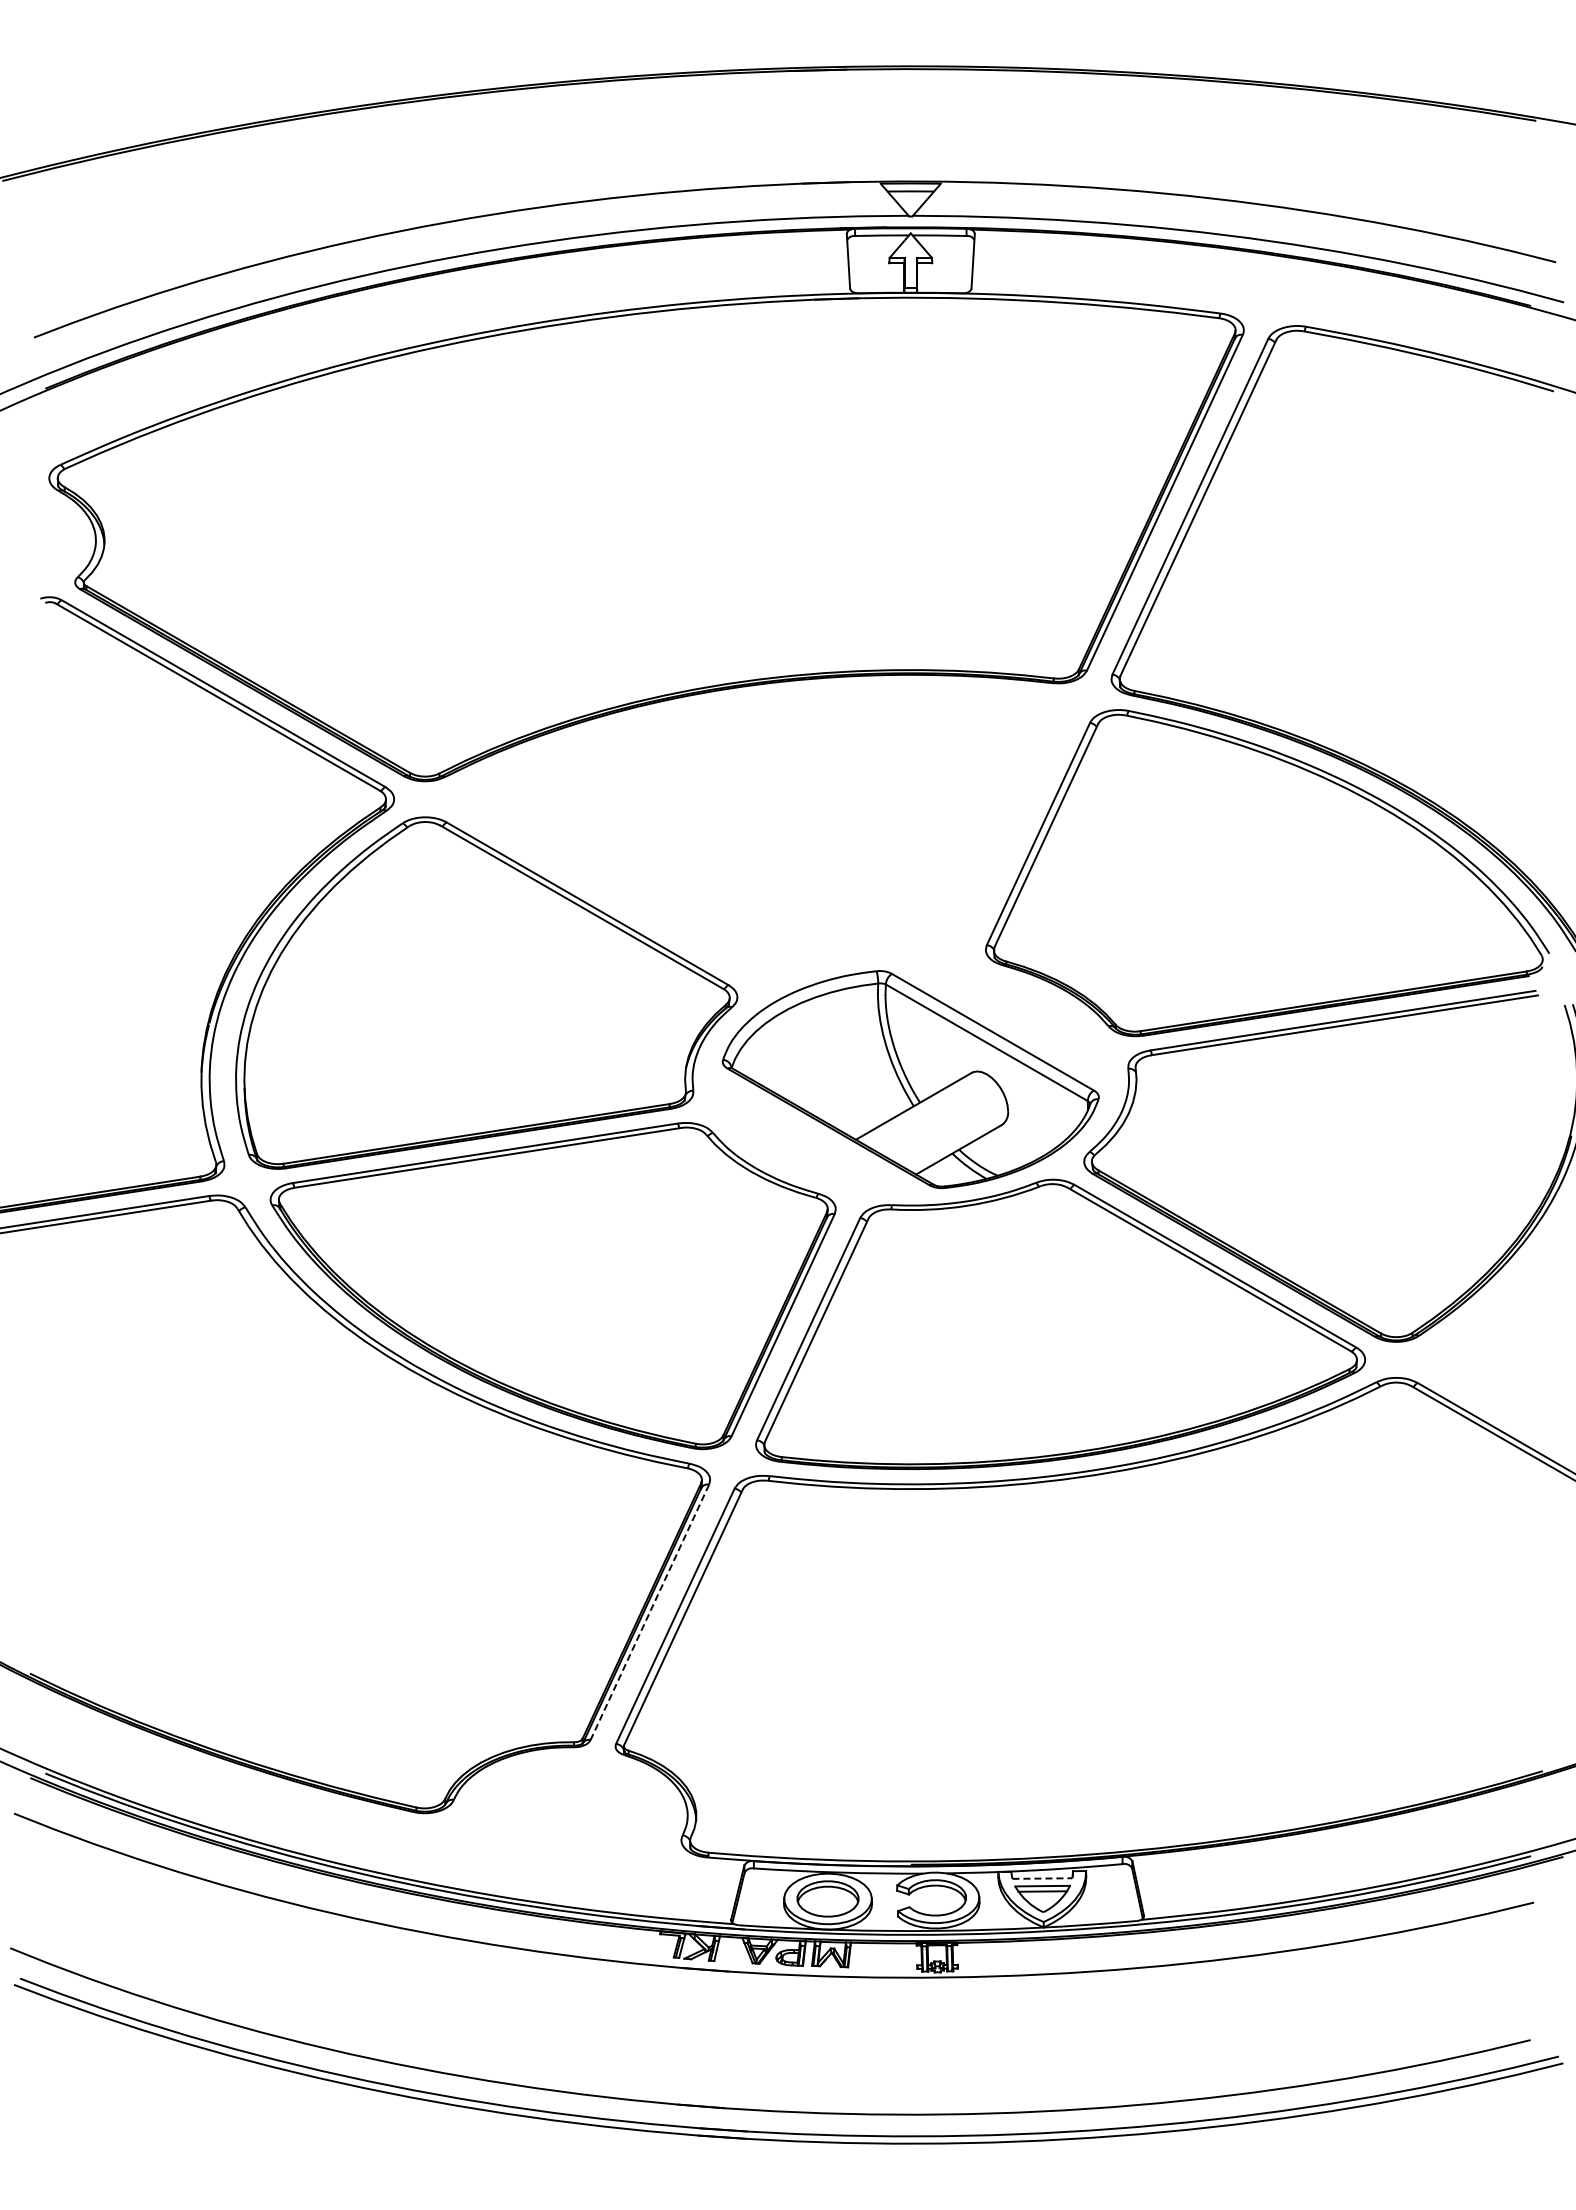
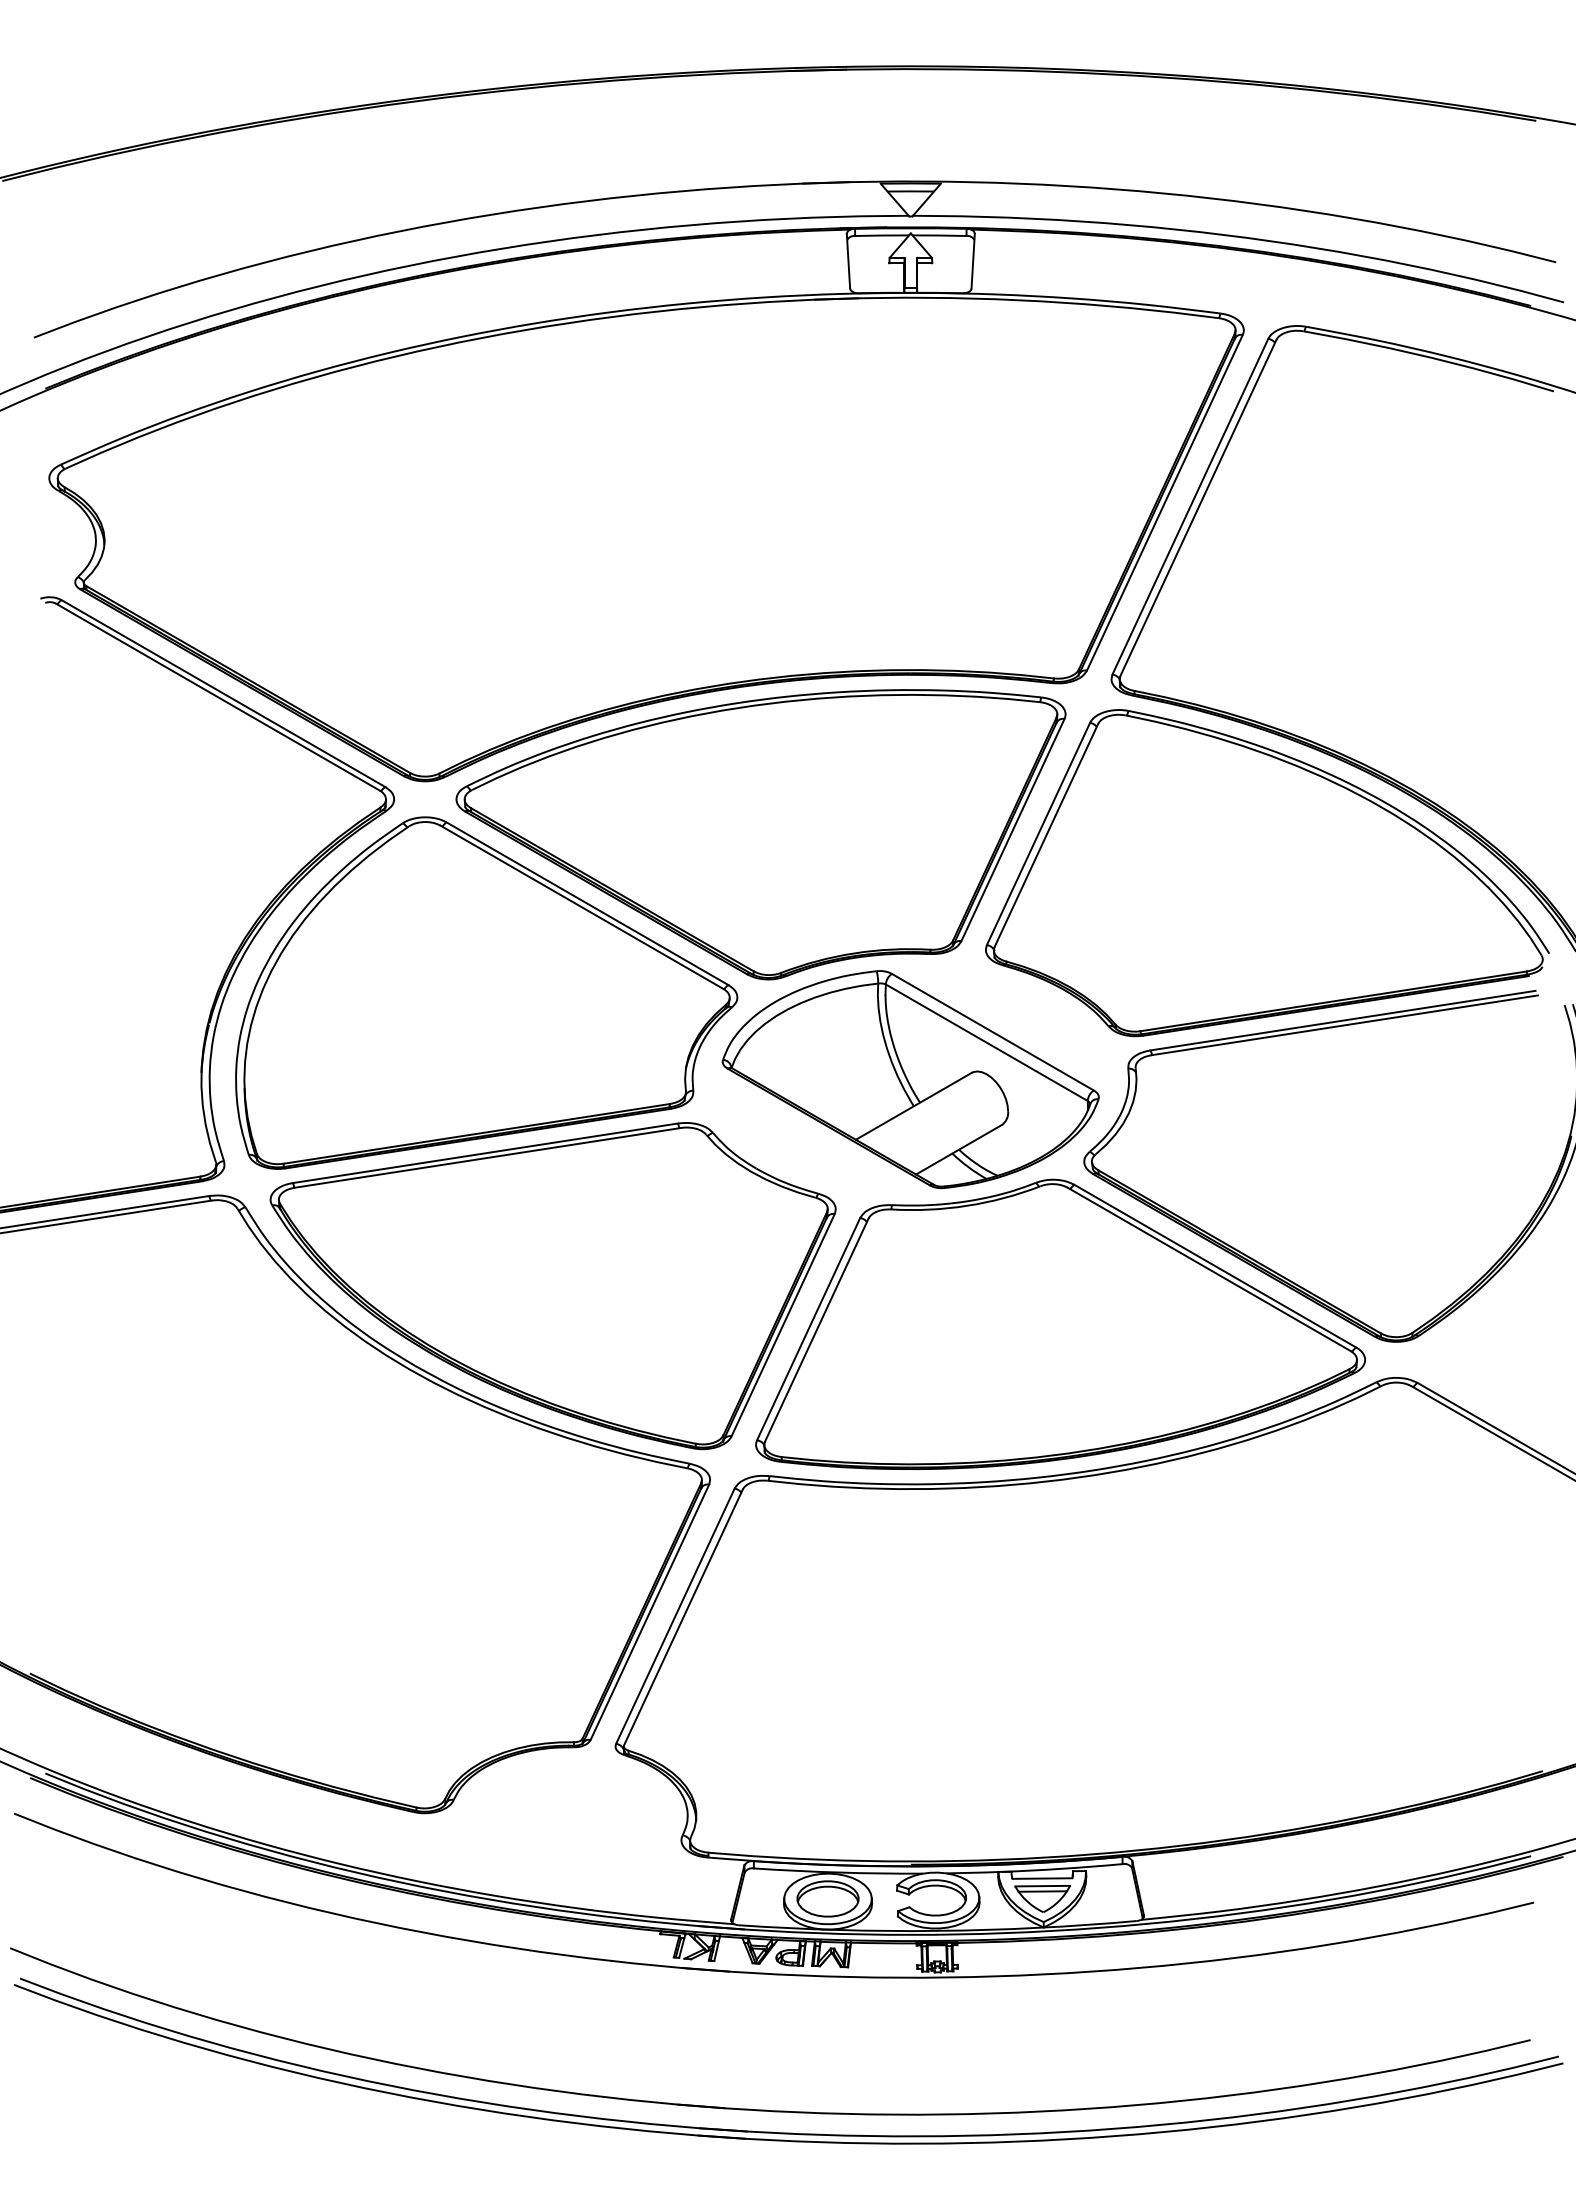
part at (760, 834): none -> present
line at (649, 1612): dashed -> solid
line at (1042, 1878): dashed -> solid
